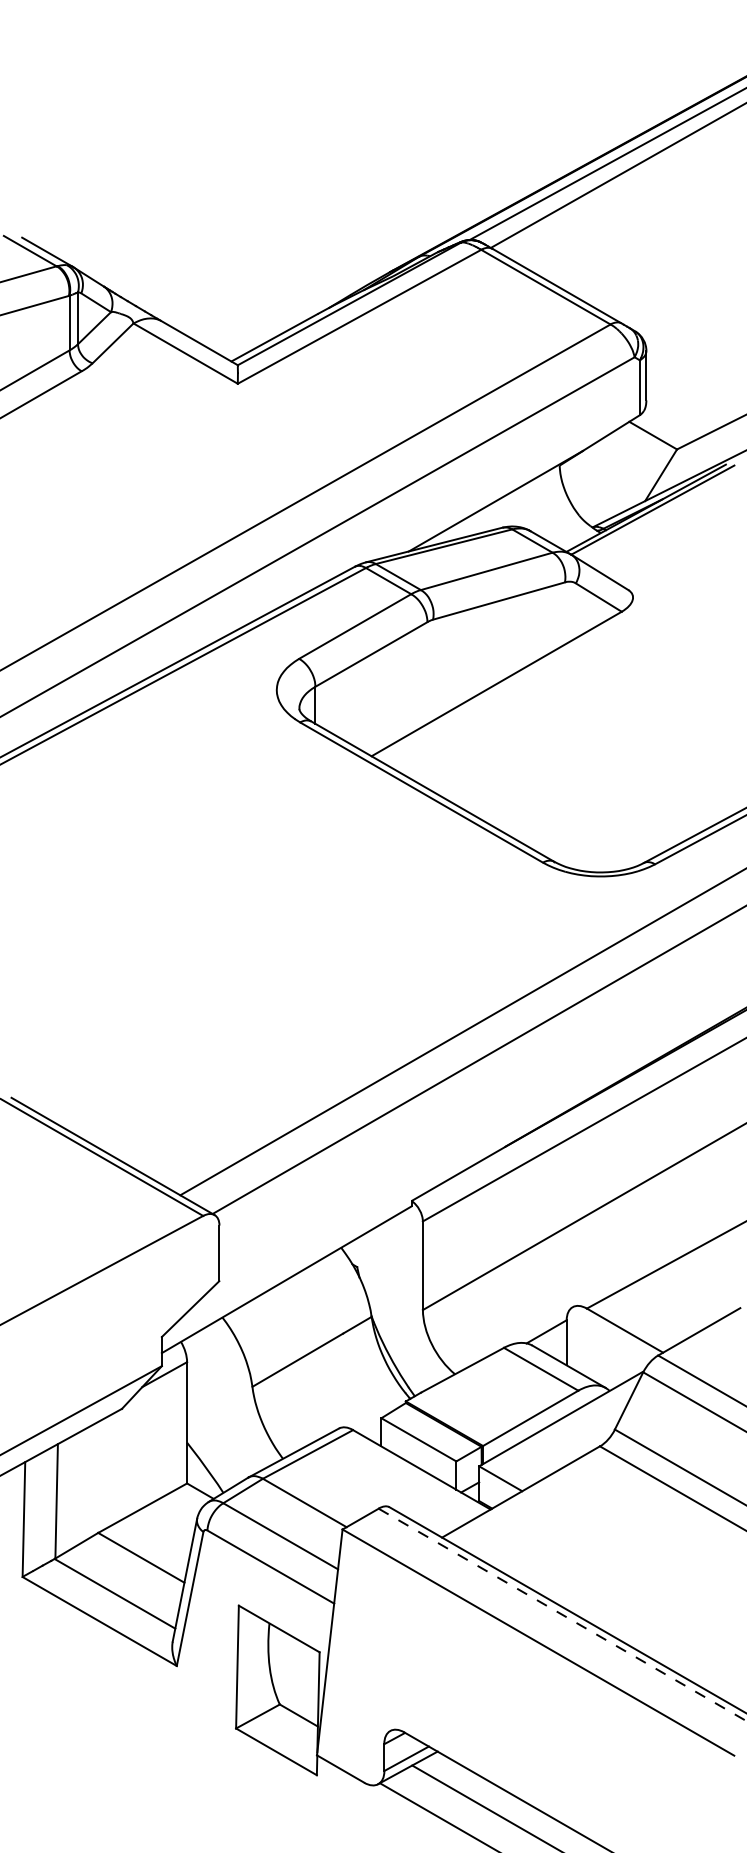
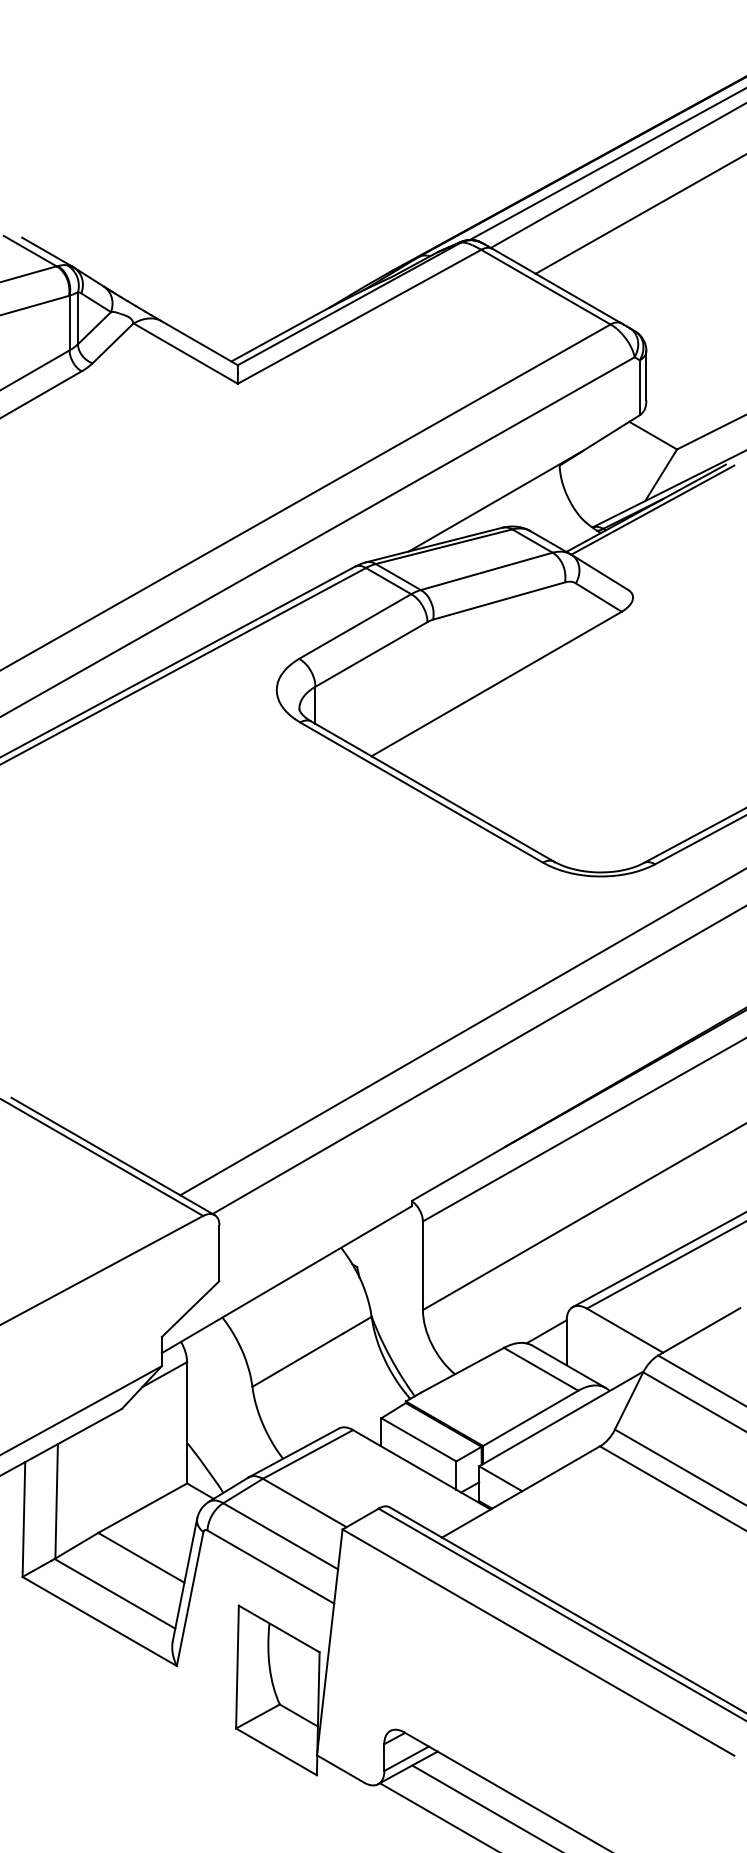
line at (639, 214): none -> present
line at (657, 1260): none -> present
line at (562, 1615): dashed -> solid
